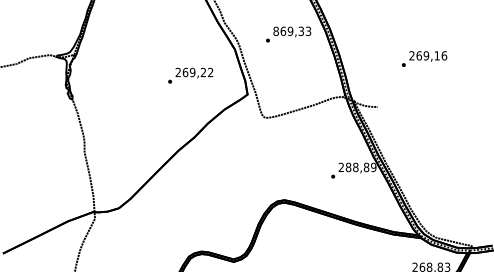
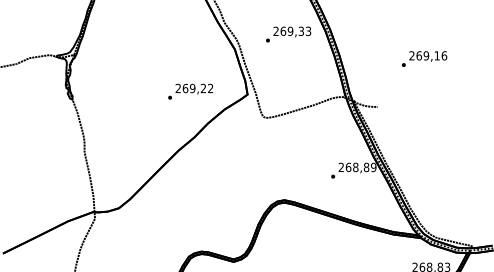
text at (275, 30): 869,33 -> 269,33
text at (190, 75) position: (190, 75) -> (190, 91)
text at (348, 166): 288,89 -> 268,89
